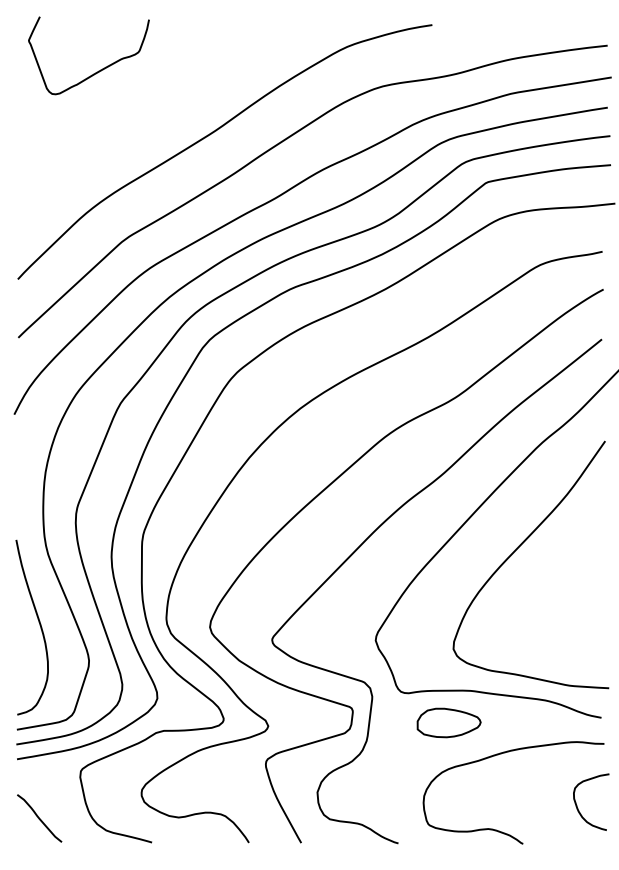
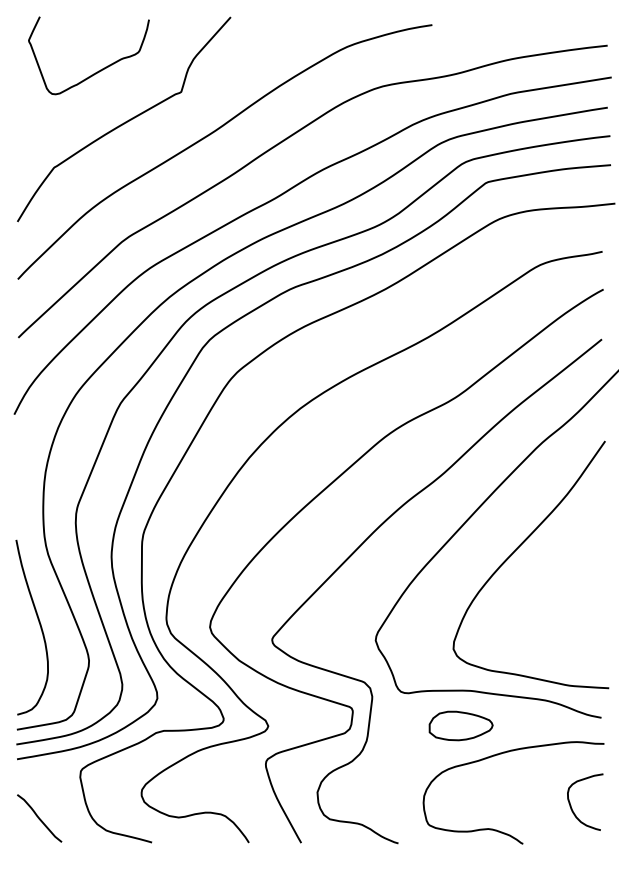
curve at (125, 121): none -> present
part at (448, 722) position: (448, 722) -> (460, 725)
curve at (577, 805) position: (577, 805) -> (571, 805)
